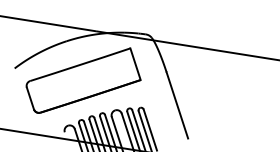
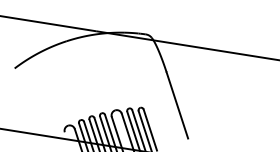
part at (83, 80): present -> none
